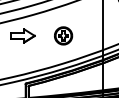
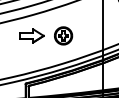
part at (22, 35) position: (22, 35) -> (31, 35)
